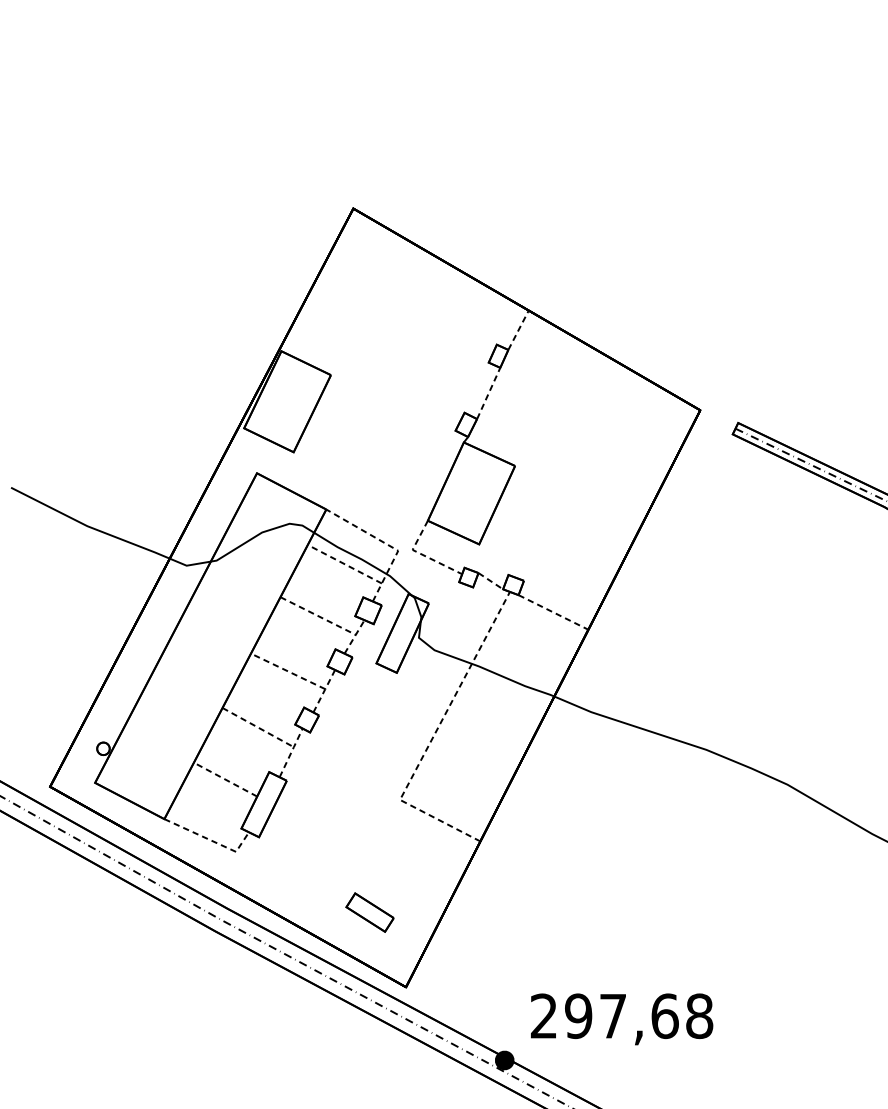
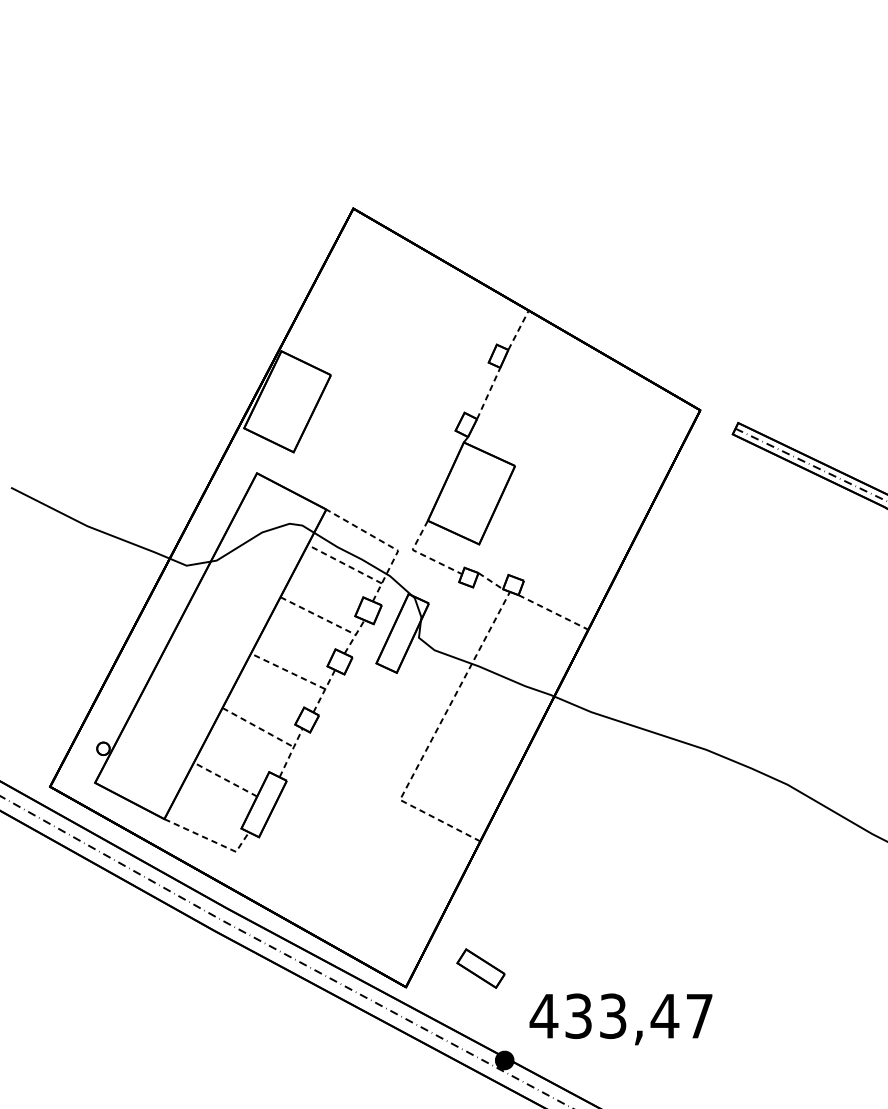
part at (369, 912) position: (369, 912) -> (480, 968)
text at (621, 1016): 297,68 -> 433,47
